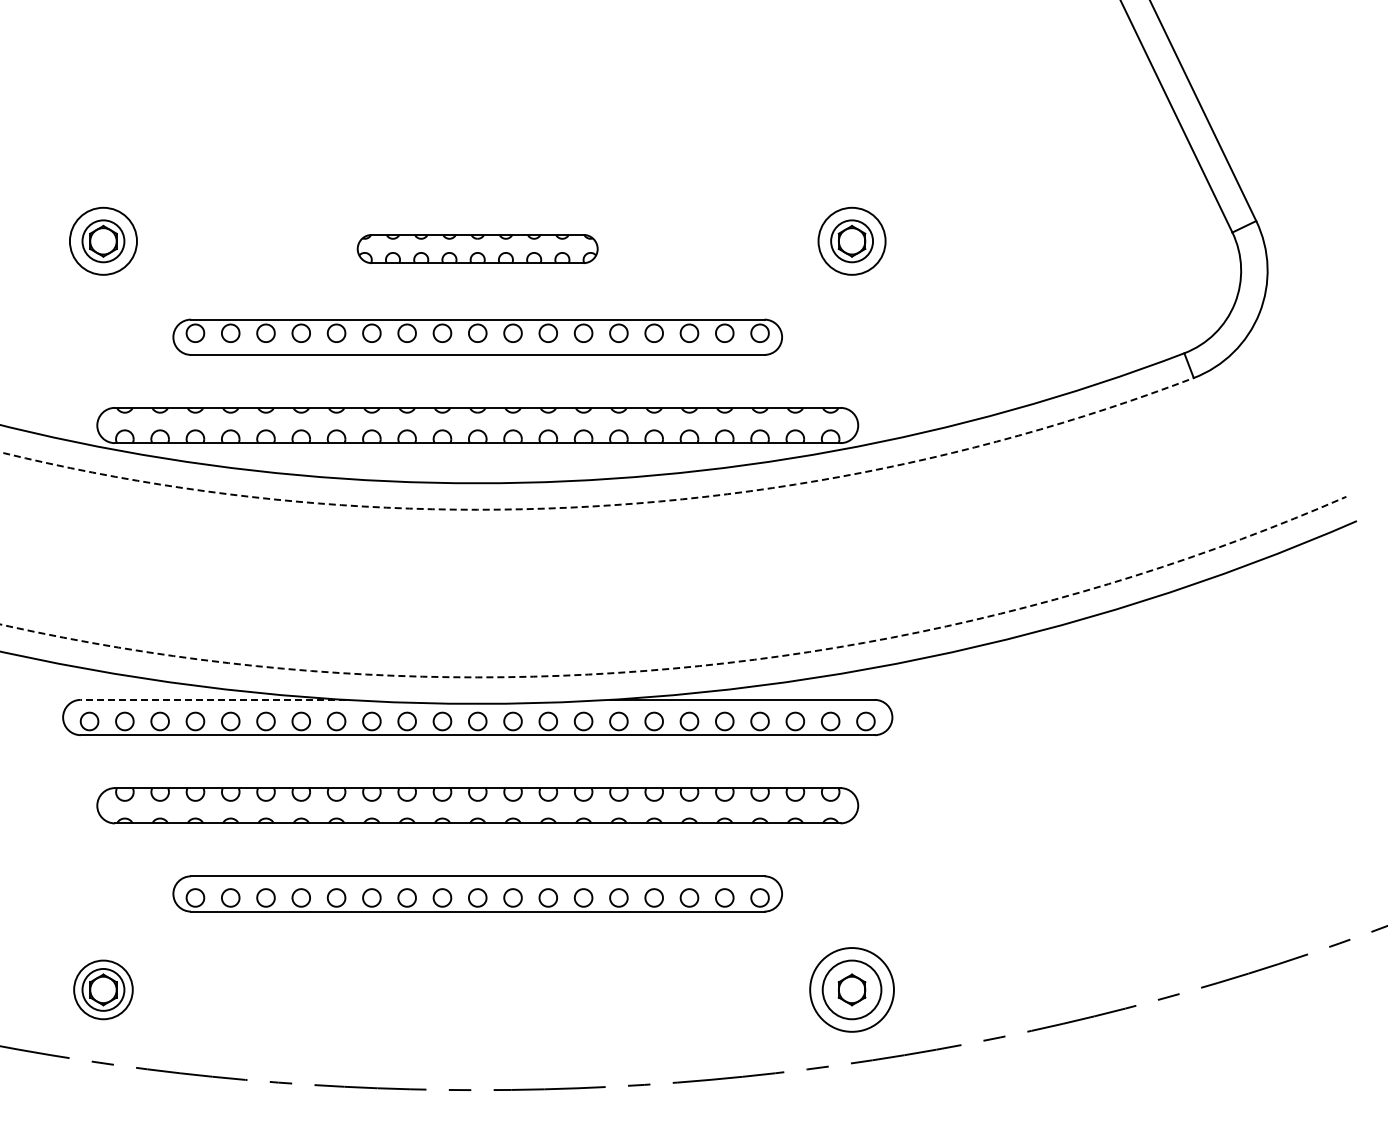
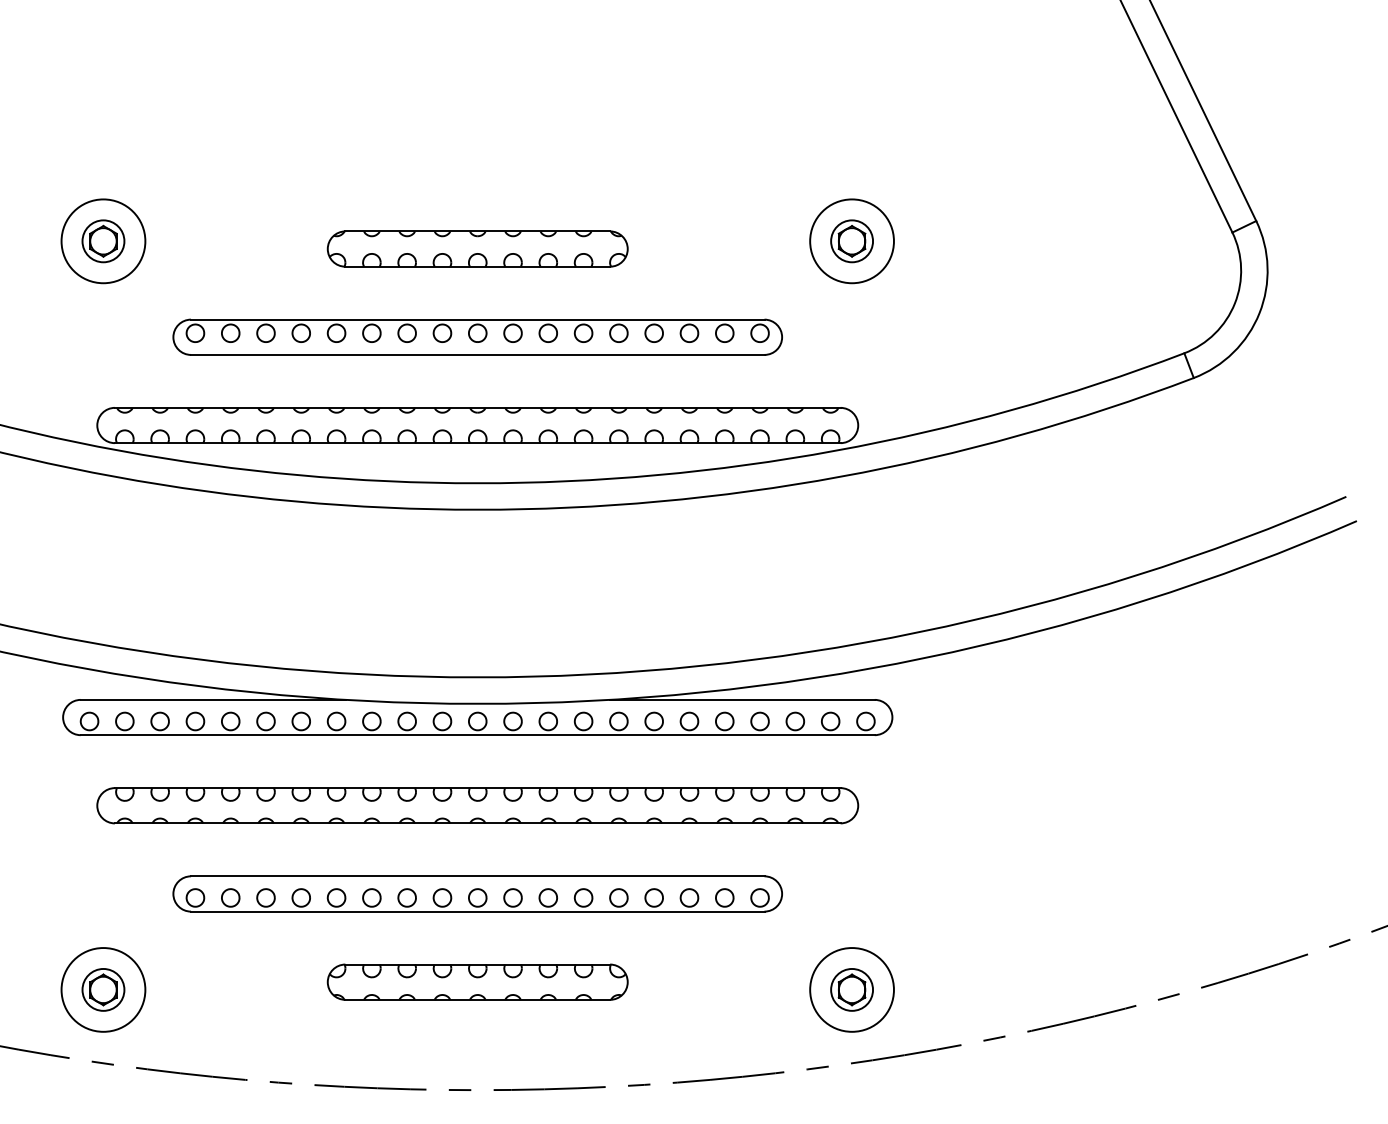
circle at (103, 240) diameter: 67 px -> 84 px
circle at (851, 240) diameter: 67 px -> 84 px
part at (477, 248) size: 243x30 px -> 303x38 px
arc at (603, 505): dashed -> solid
arc at (683, 667): dashed -> solid
line at (212, 699): dashed -> solid
part at (477, 981): none -> present
circle at (103, 989) diameter: 59 px -> 84 px
circle at (851, 989) diameter: 59 px -> 42 px
